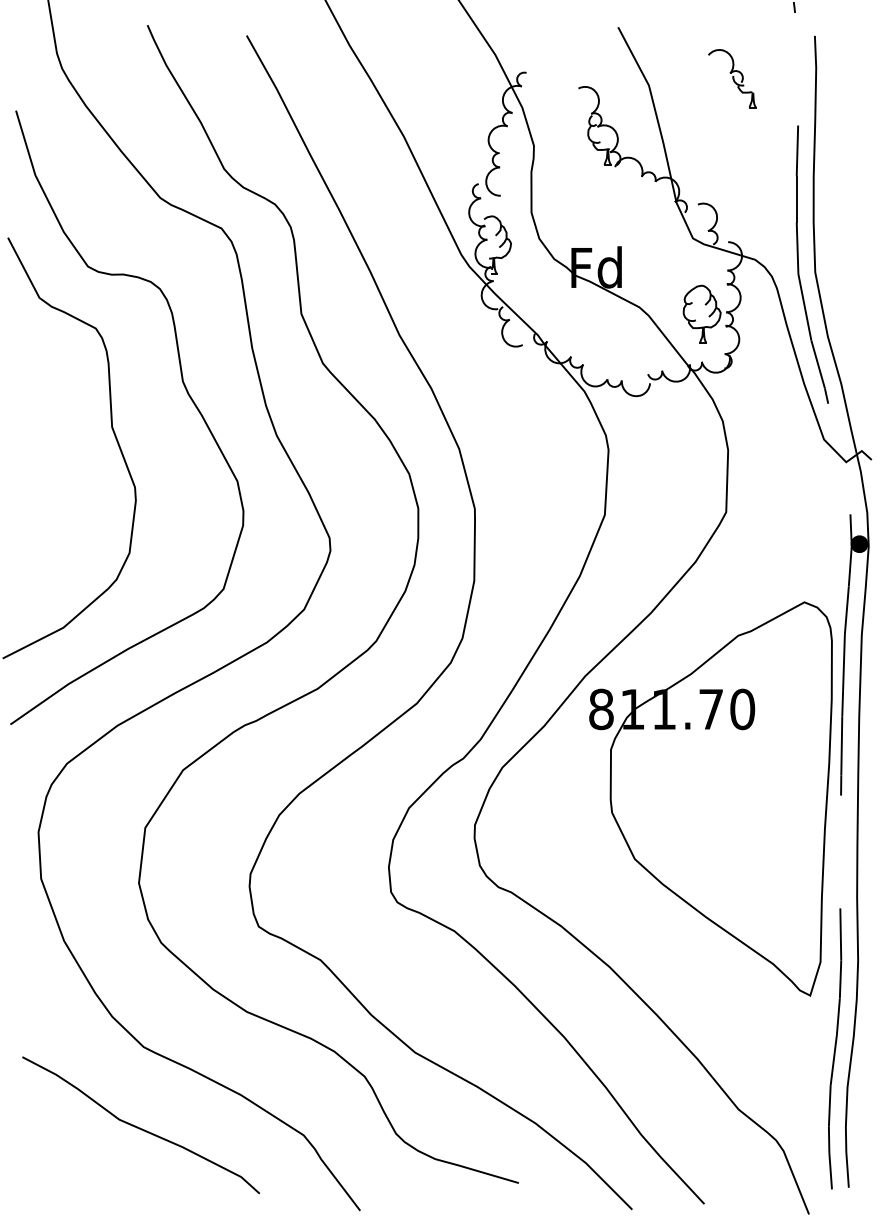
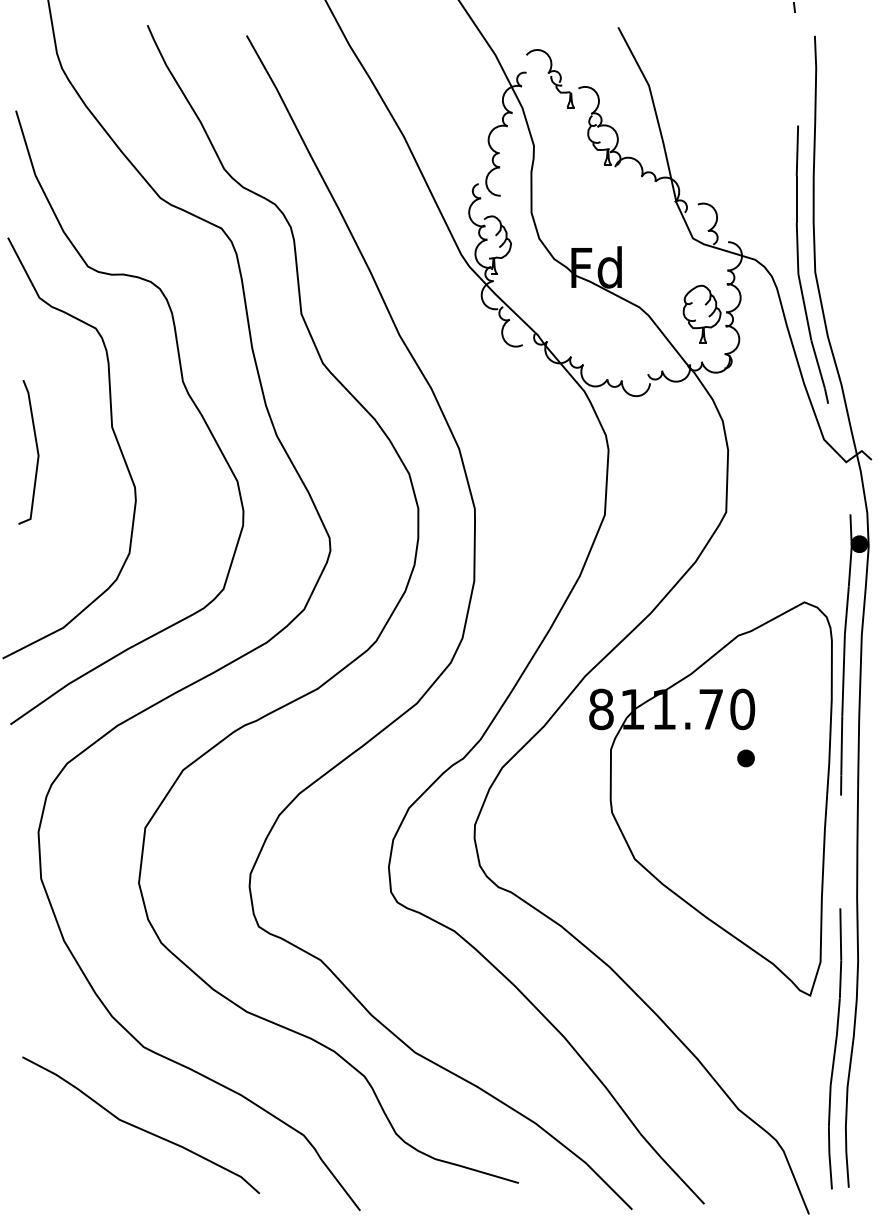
part at (732, 78) position: (732, 78) -> (550, 78)
line at (36, 450): none -> present
part at (745, 758): none -> present
